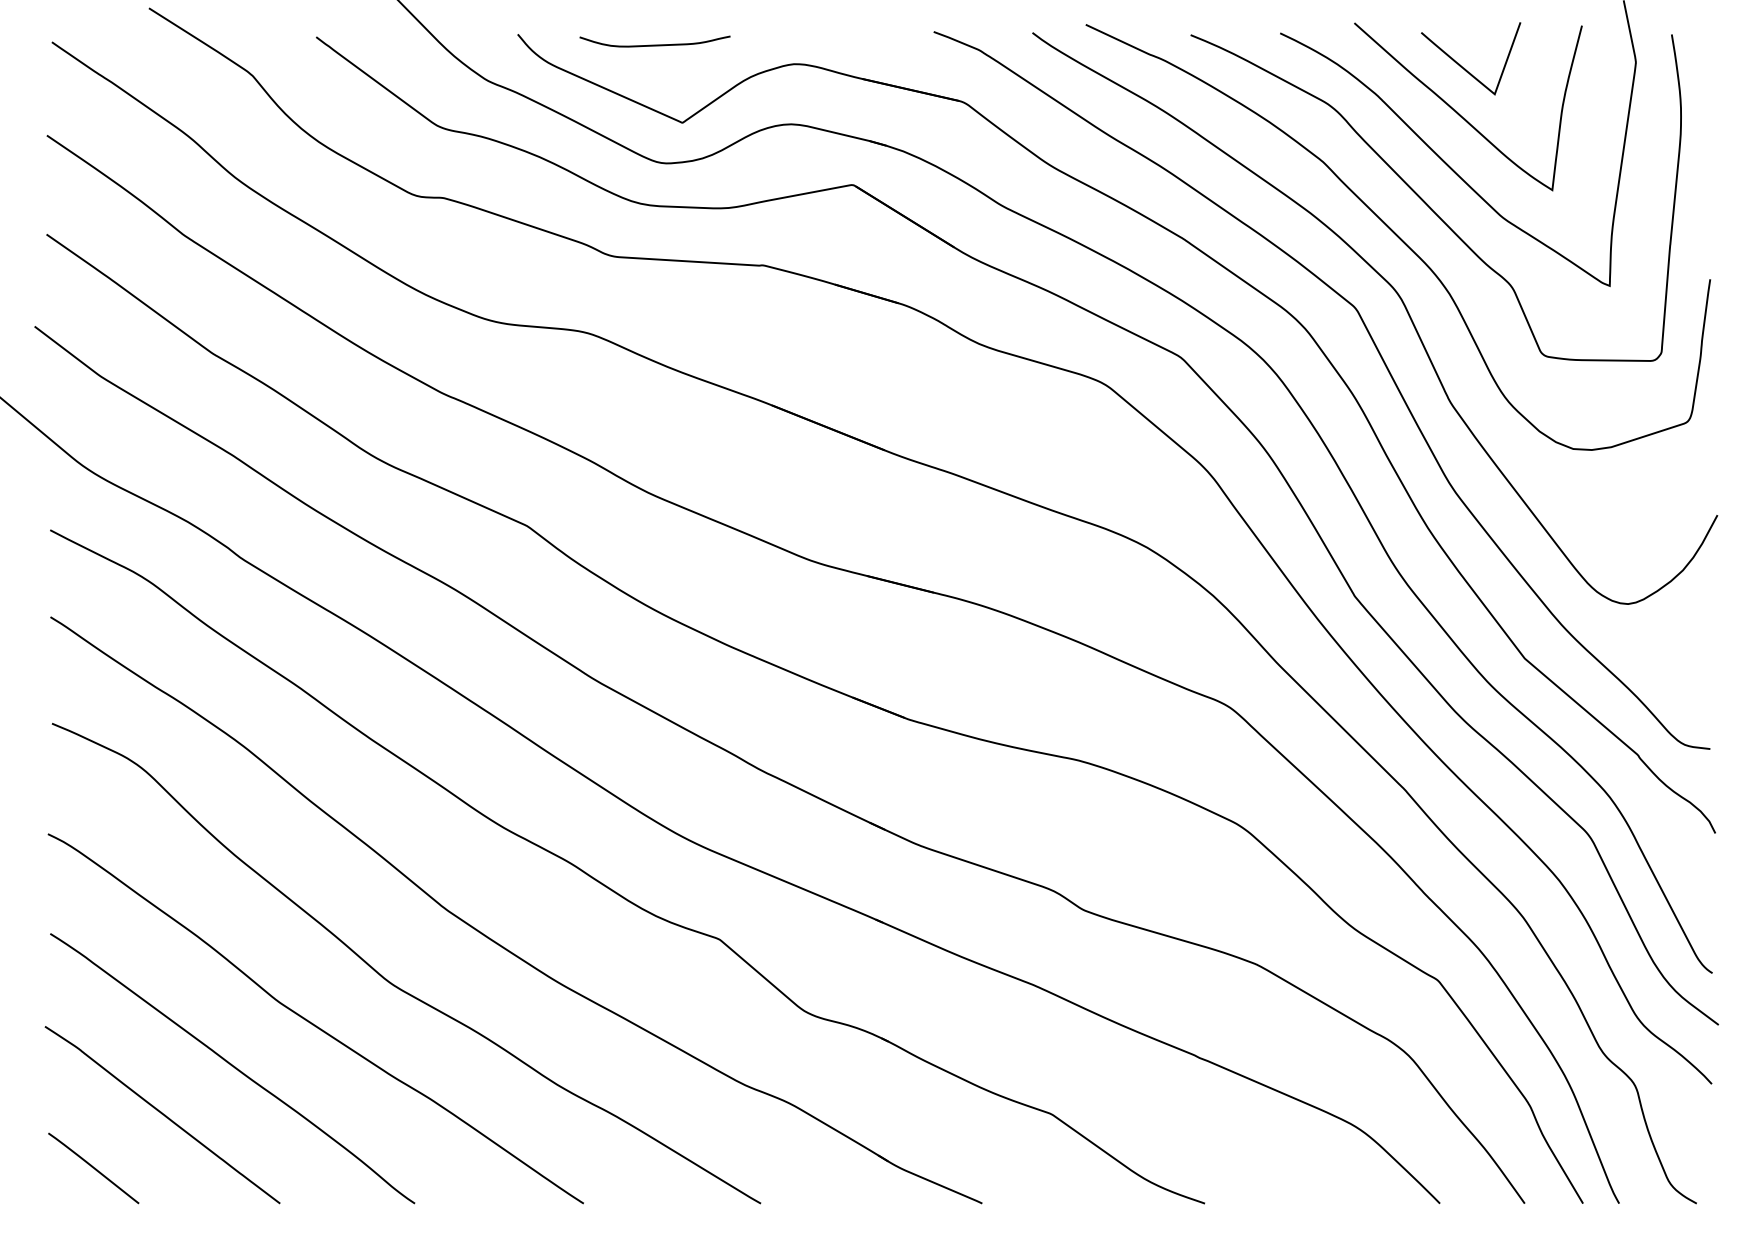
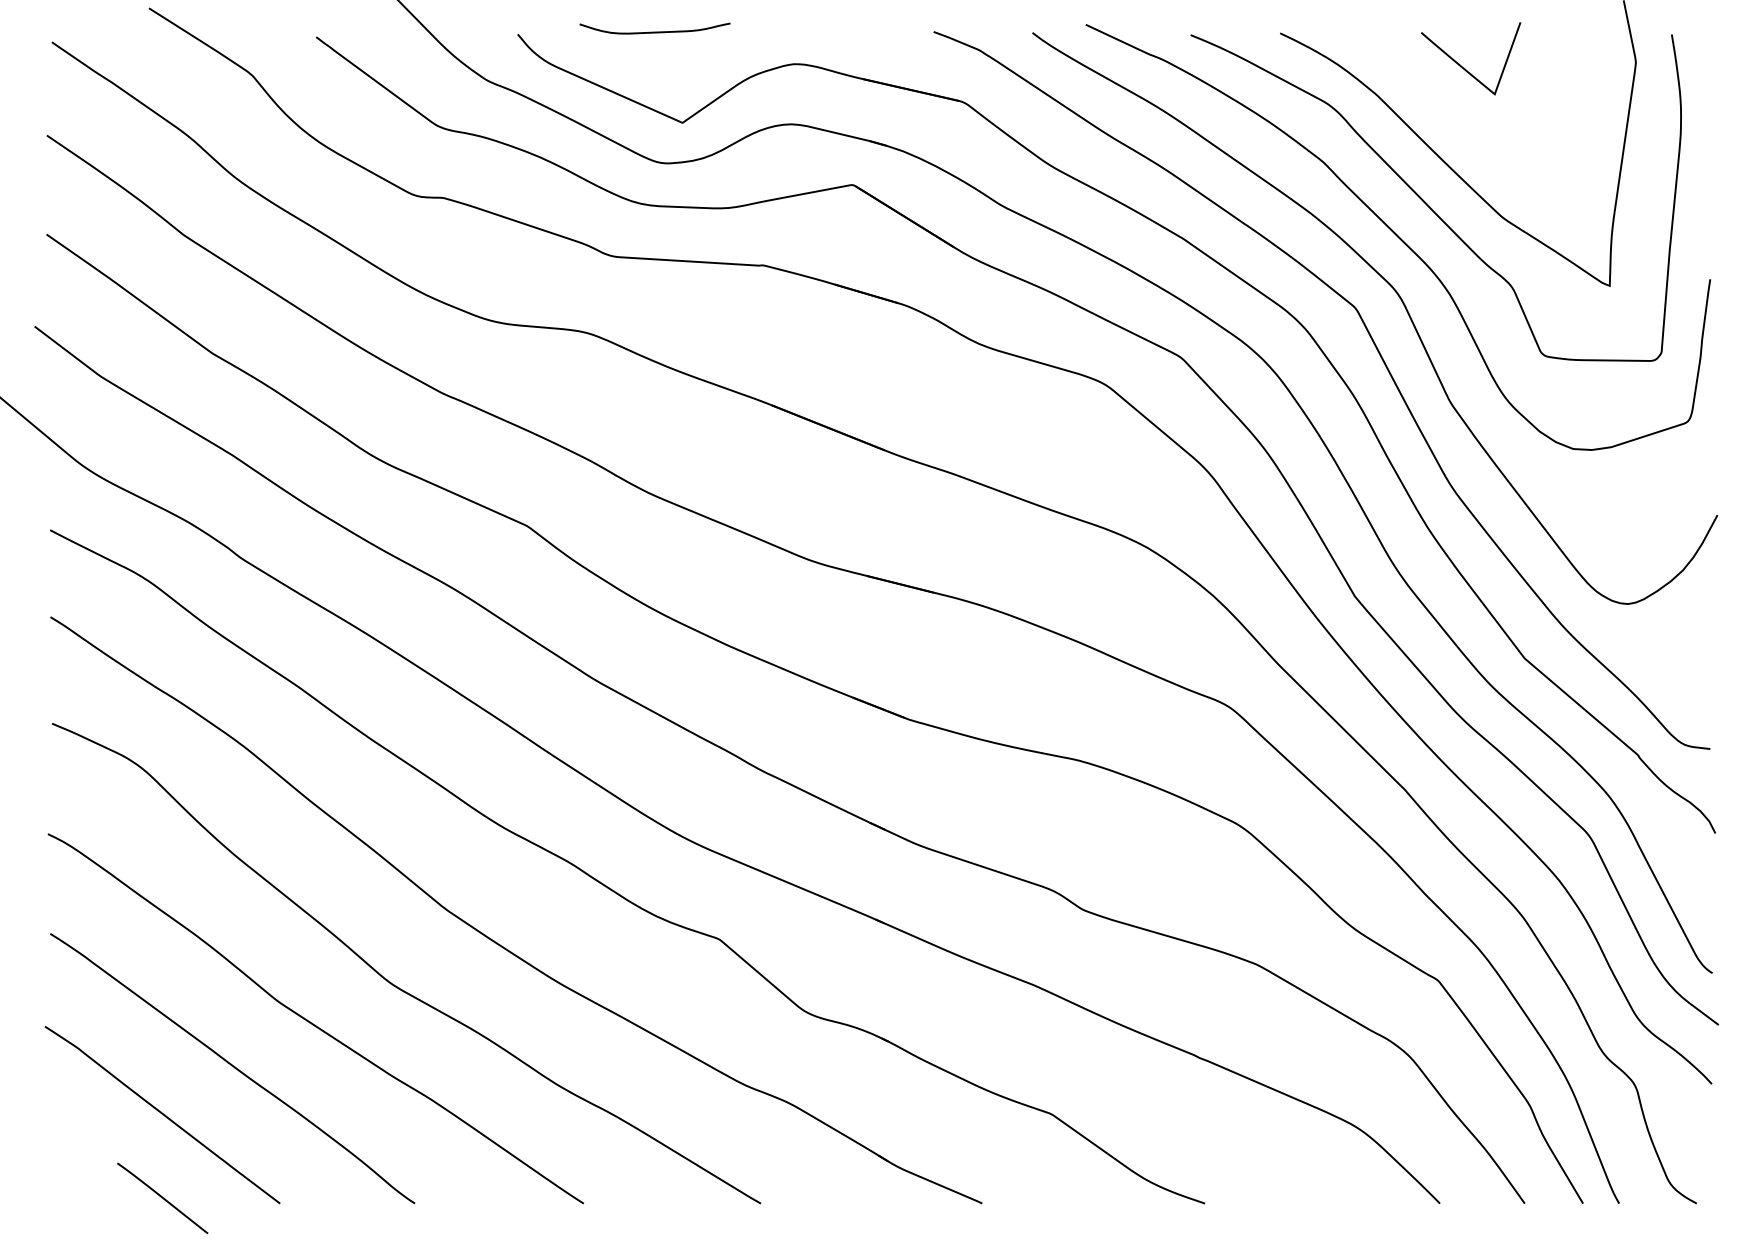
curve at (654, 44) position: (654, 44) -> (654, 31)
curve at (1460, 114): present -> none
line at (93, 1168) position: (93, 1168) -> (162, 1198)
